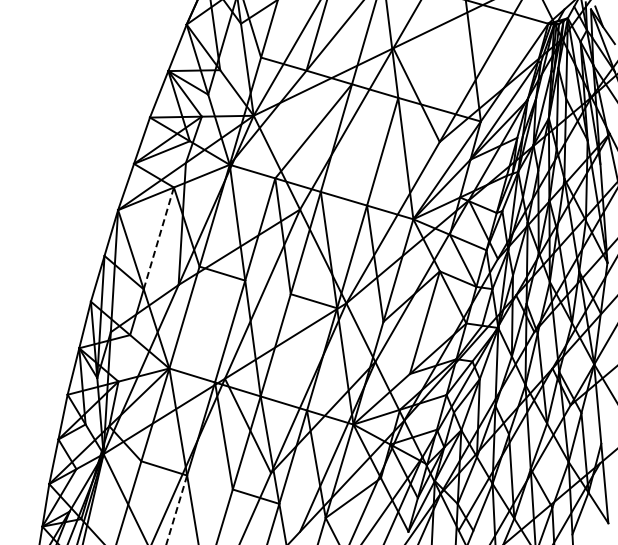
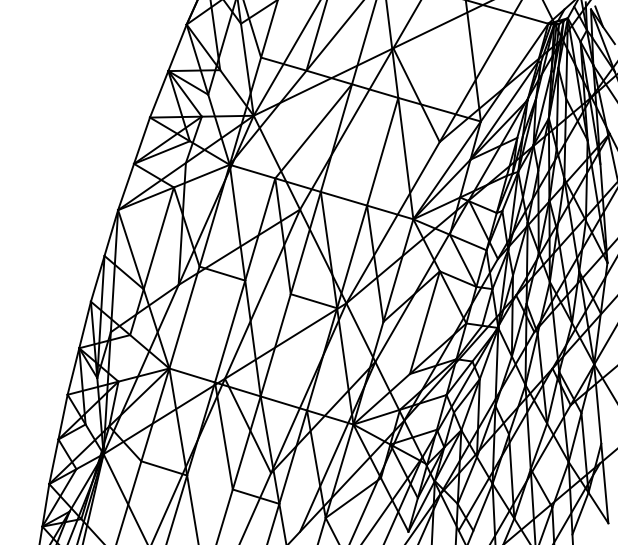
line at (158, 237): dashed -> solid
line at (176, 509): dashed -> solid
